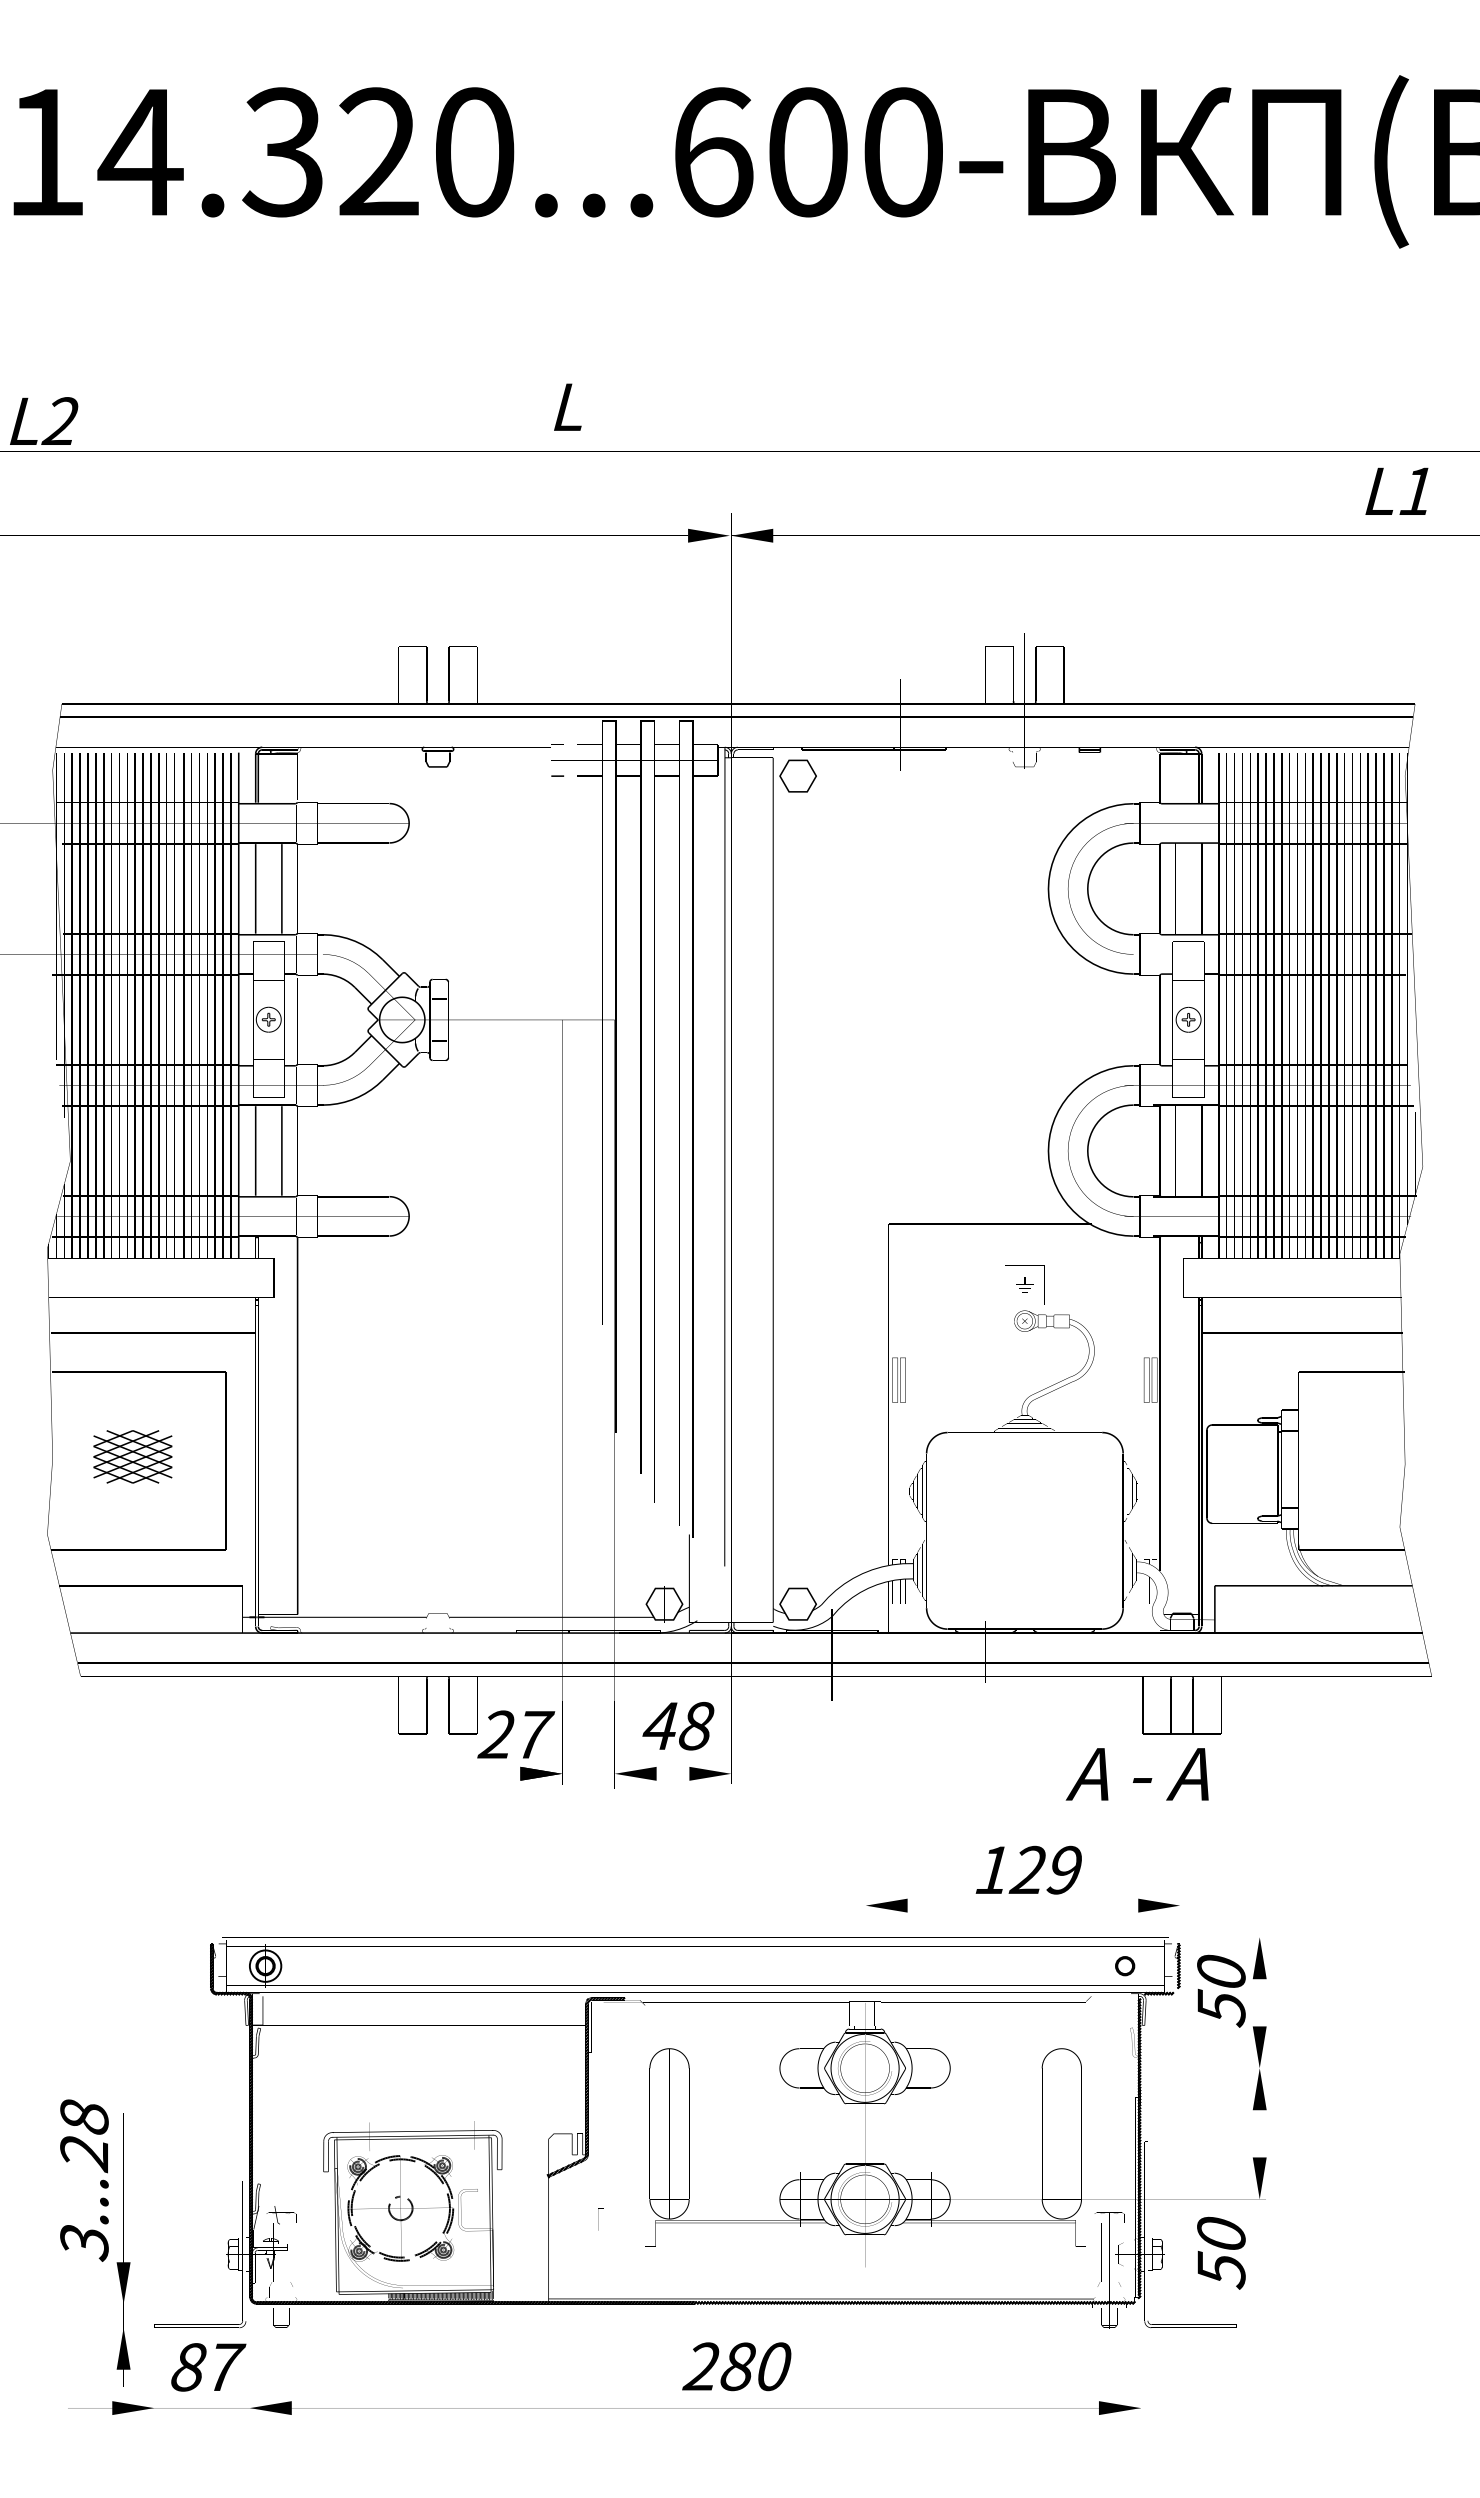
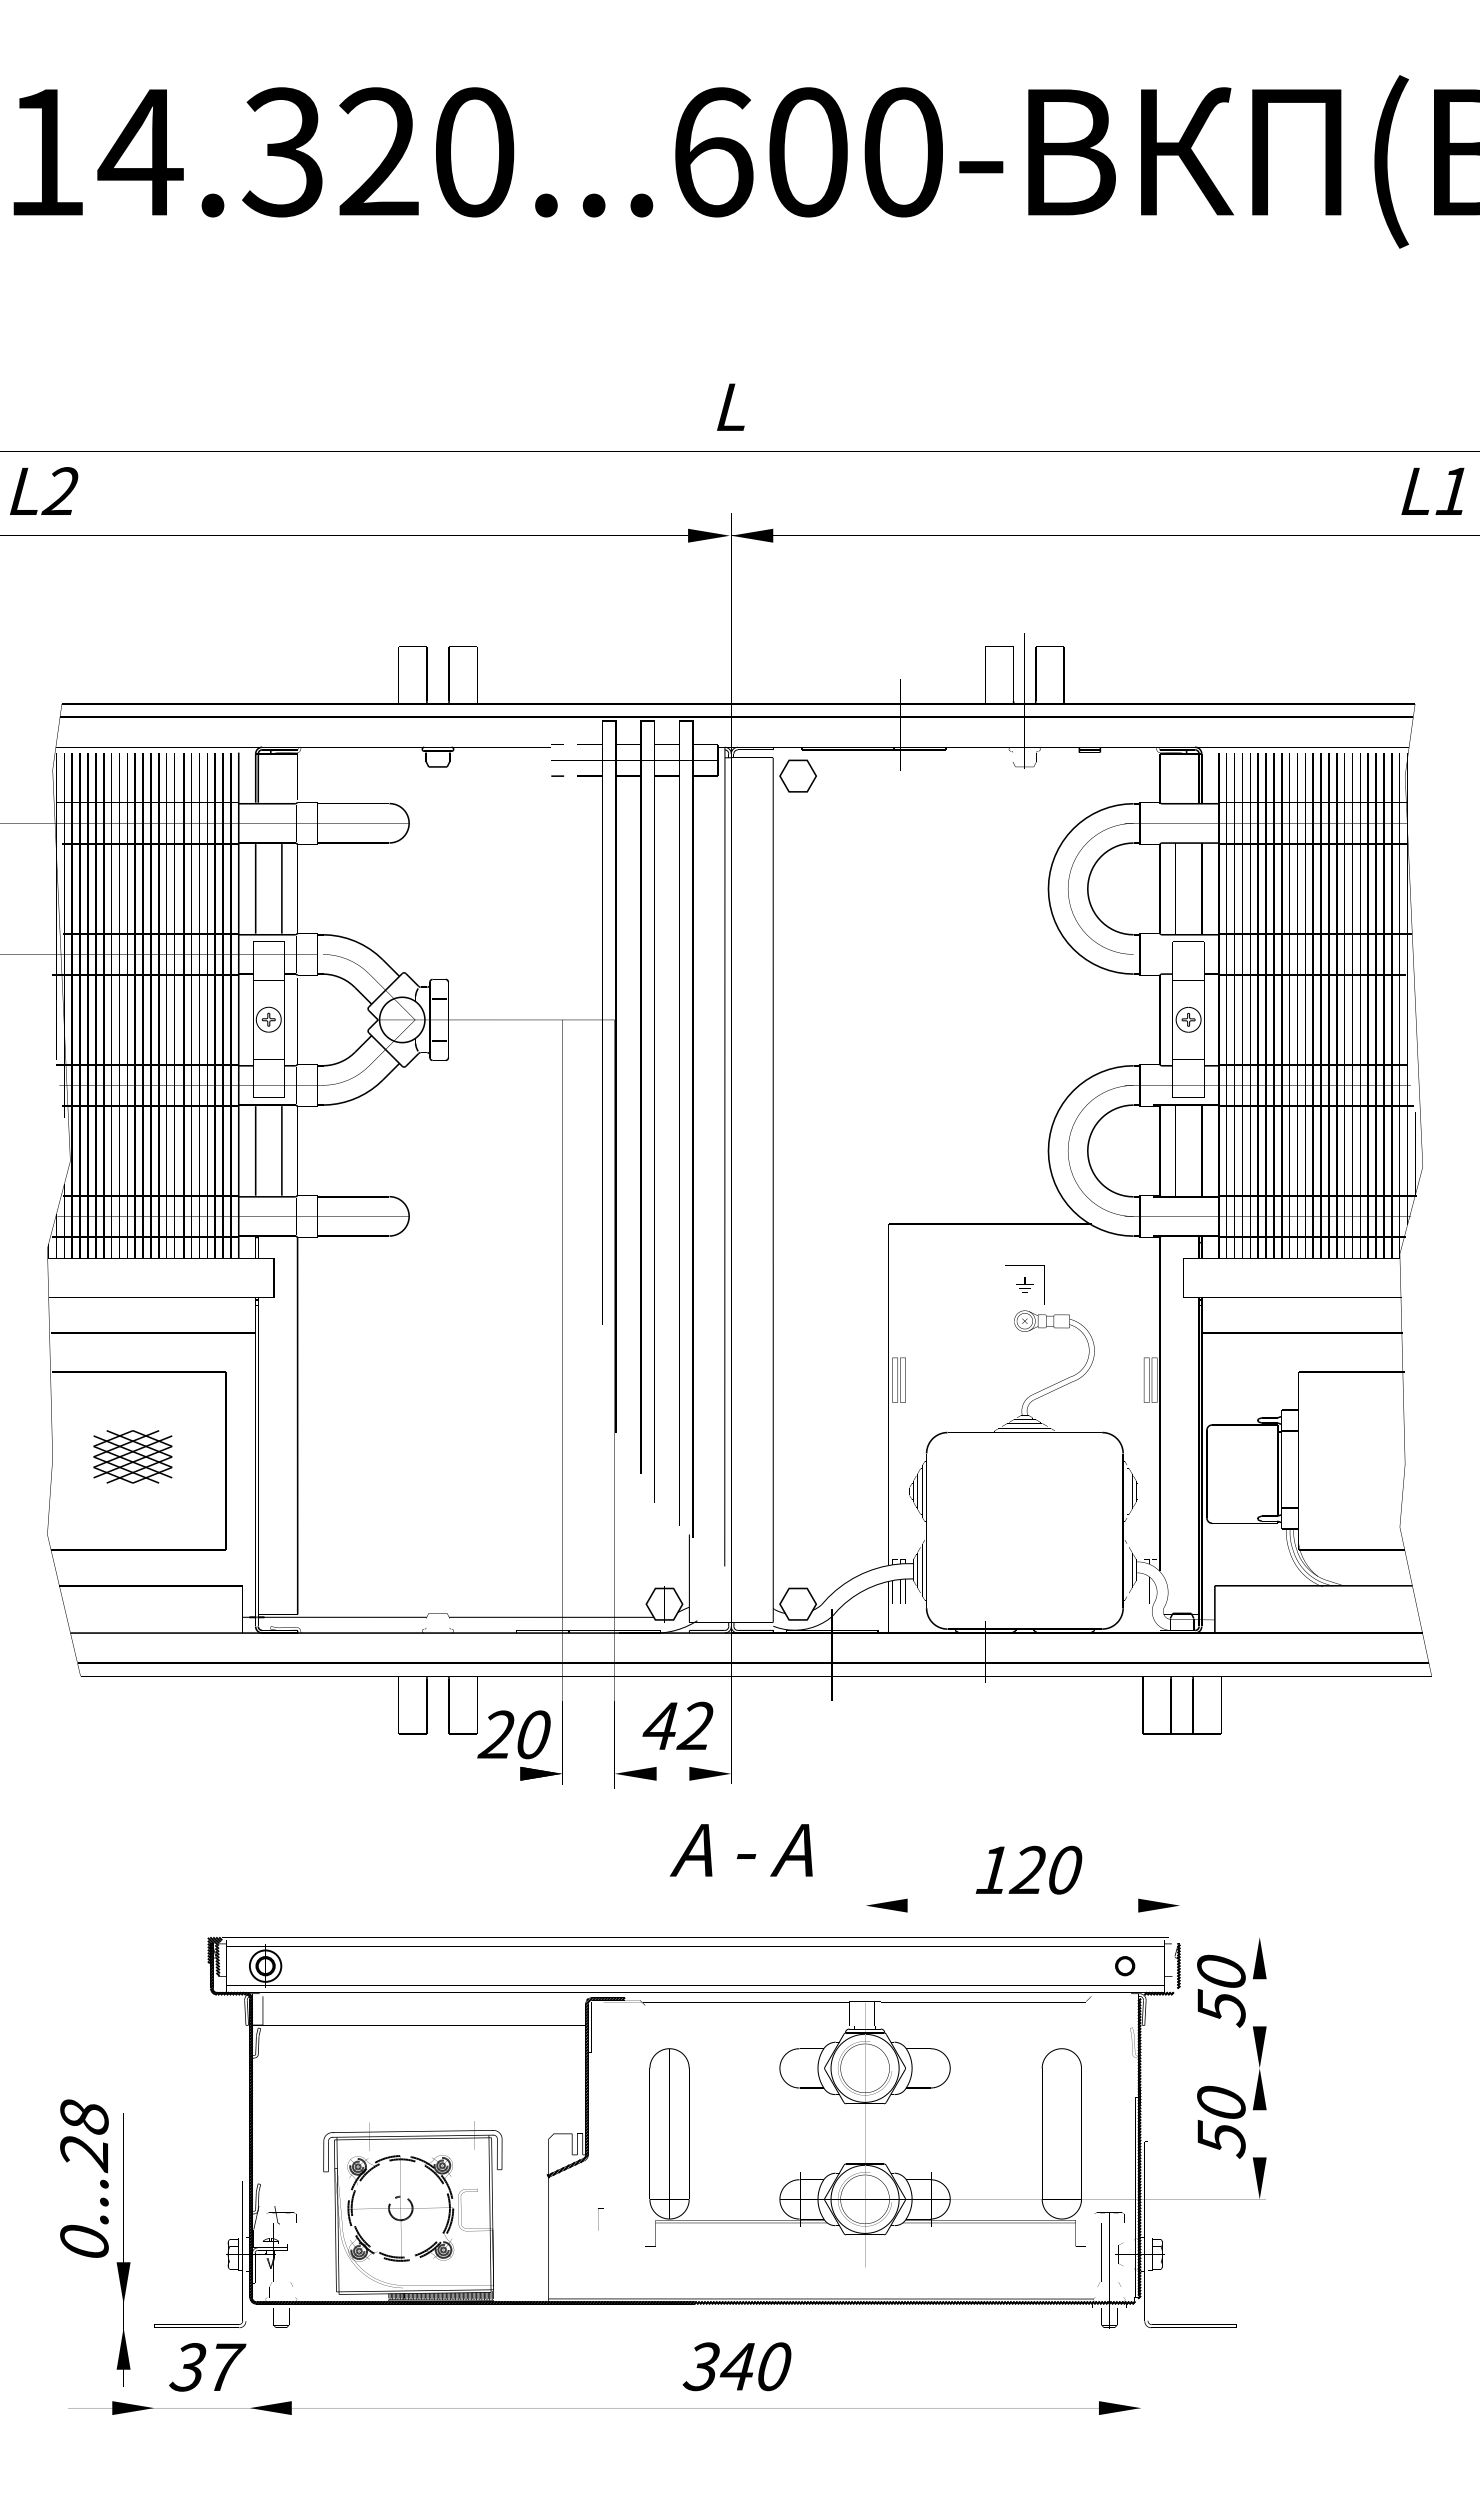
text at (567, 406) position: (567, 406) -> (730, 406)
text at (44, 420) position: (44, 420) -> (44, 490)
text at (1396, 490) position: (1396, 490) -> (1432, 490)
text at (695, 1725): 48 -> 42
text at (536, 1734): 27 -> 20
text at (1136, 1774) position: (1136, 1774) -> (740, 1850)
text at (1064, 1869): 129 -> 120
hatch at (214, 1956): none -> present
text at (84, 2242): 3...28 -> 0...28
text at (1221, 2252) position: (1221, 2252) -> (1221, 2121)
text at (718, 2366): 280 -> 340
text at (187, 2367): 87 -> 37
